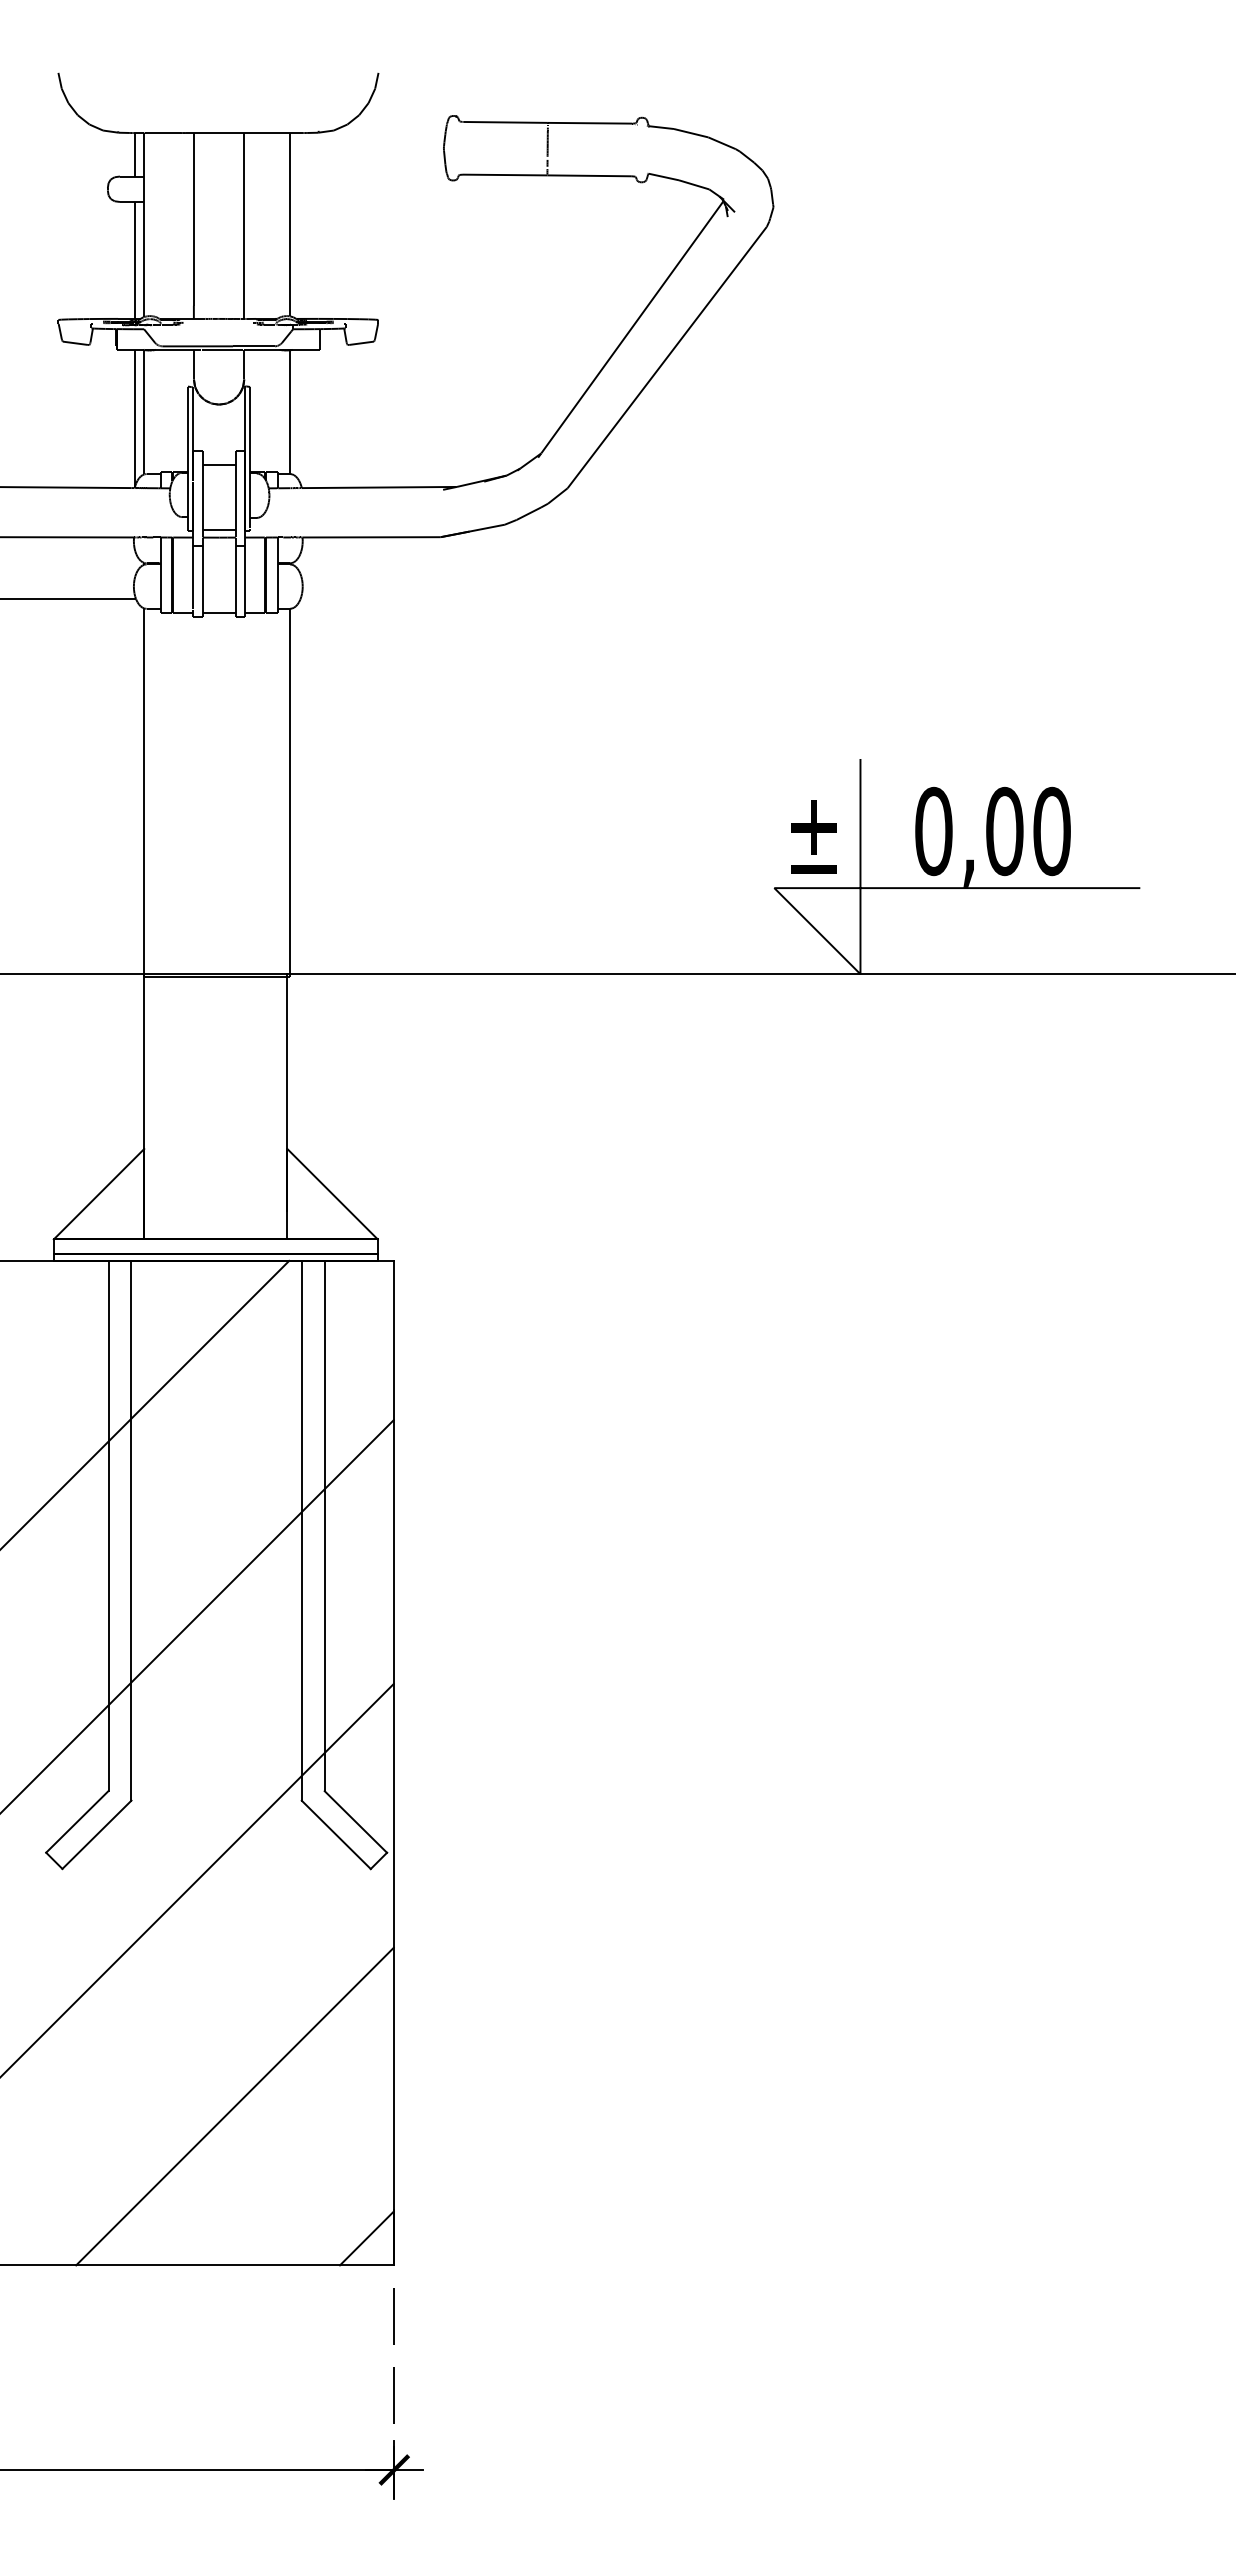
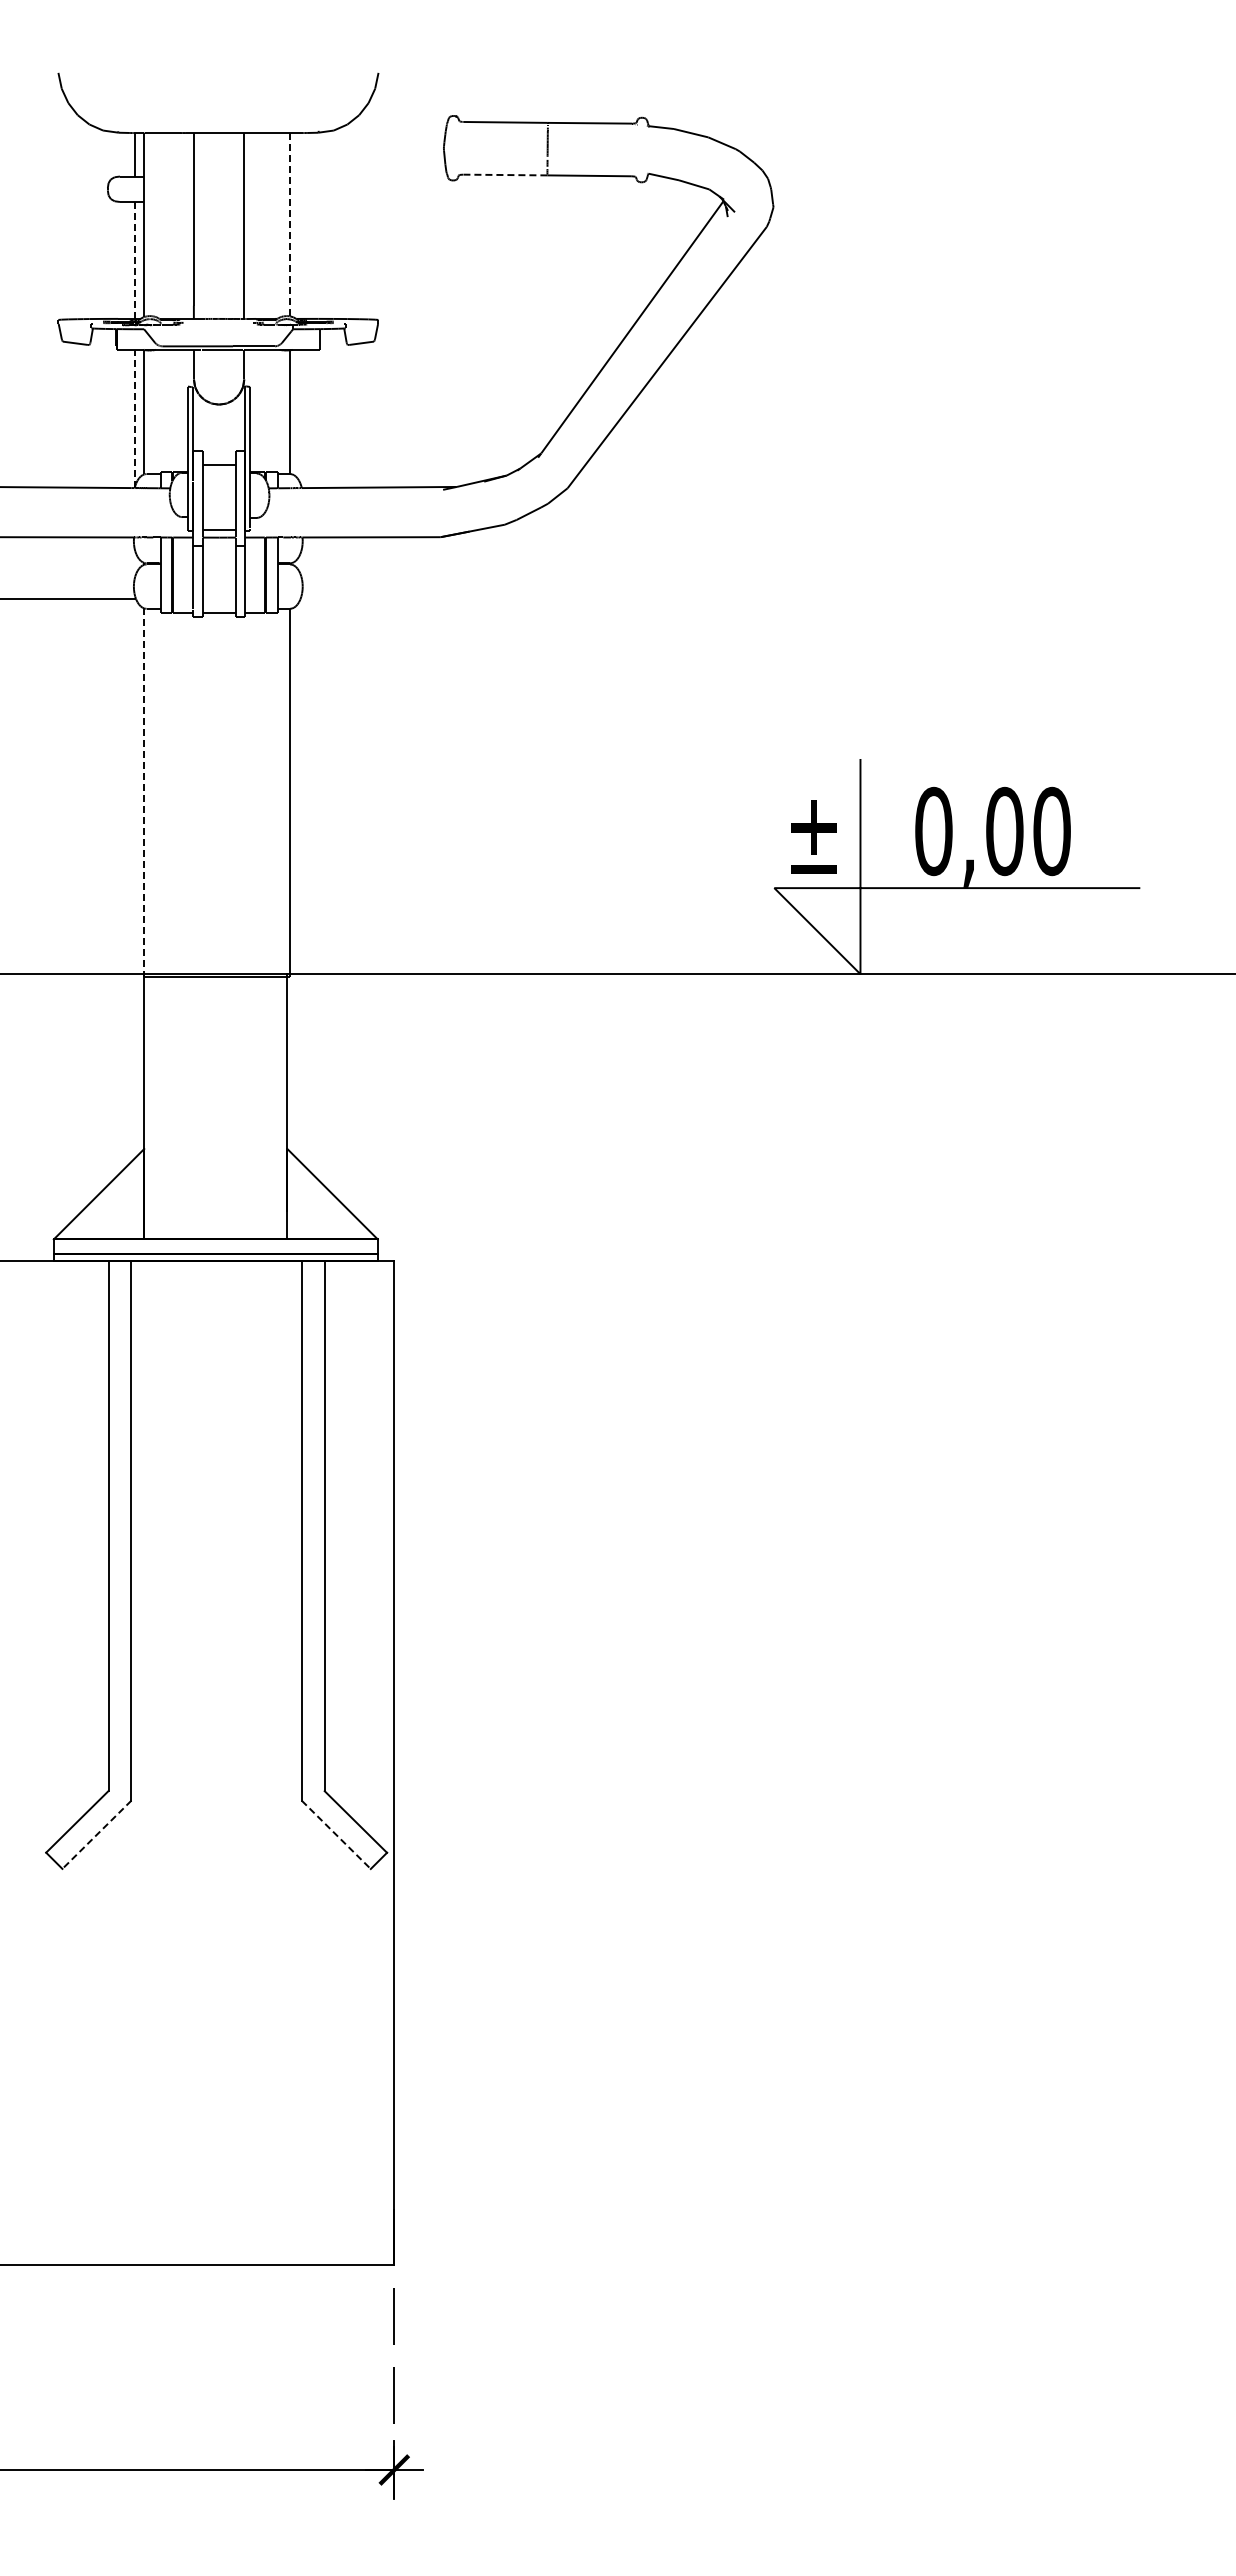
line at (504, 175): solid -> dashed
line at (289, 224): solid -> dashed
line at (134, 259): solid -> dashed
line at (134, 418): solid -> dashed
line at (144, 793): solid -> dashed
line at (145, 1404): present -> none
line at (197, 1615): present -> none
line at (96, 1834): solid -> dashed
line at (336, 1834): solid -> dashed
line at (197, 1879): present -> none
line at (234, 2106): present -> none
line at (366, 2238): present -> none
